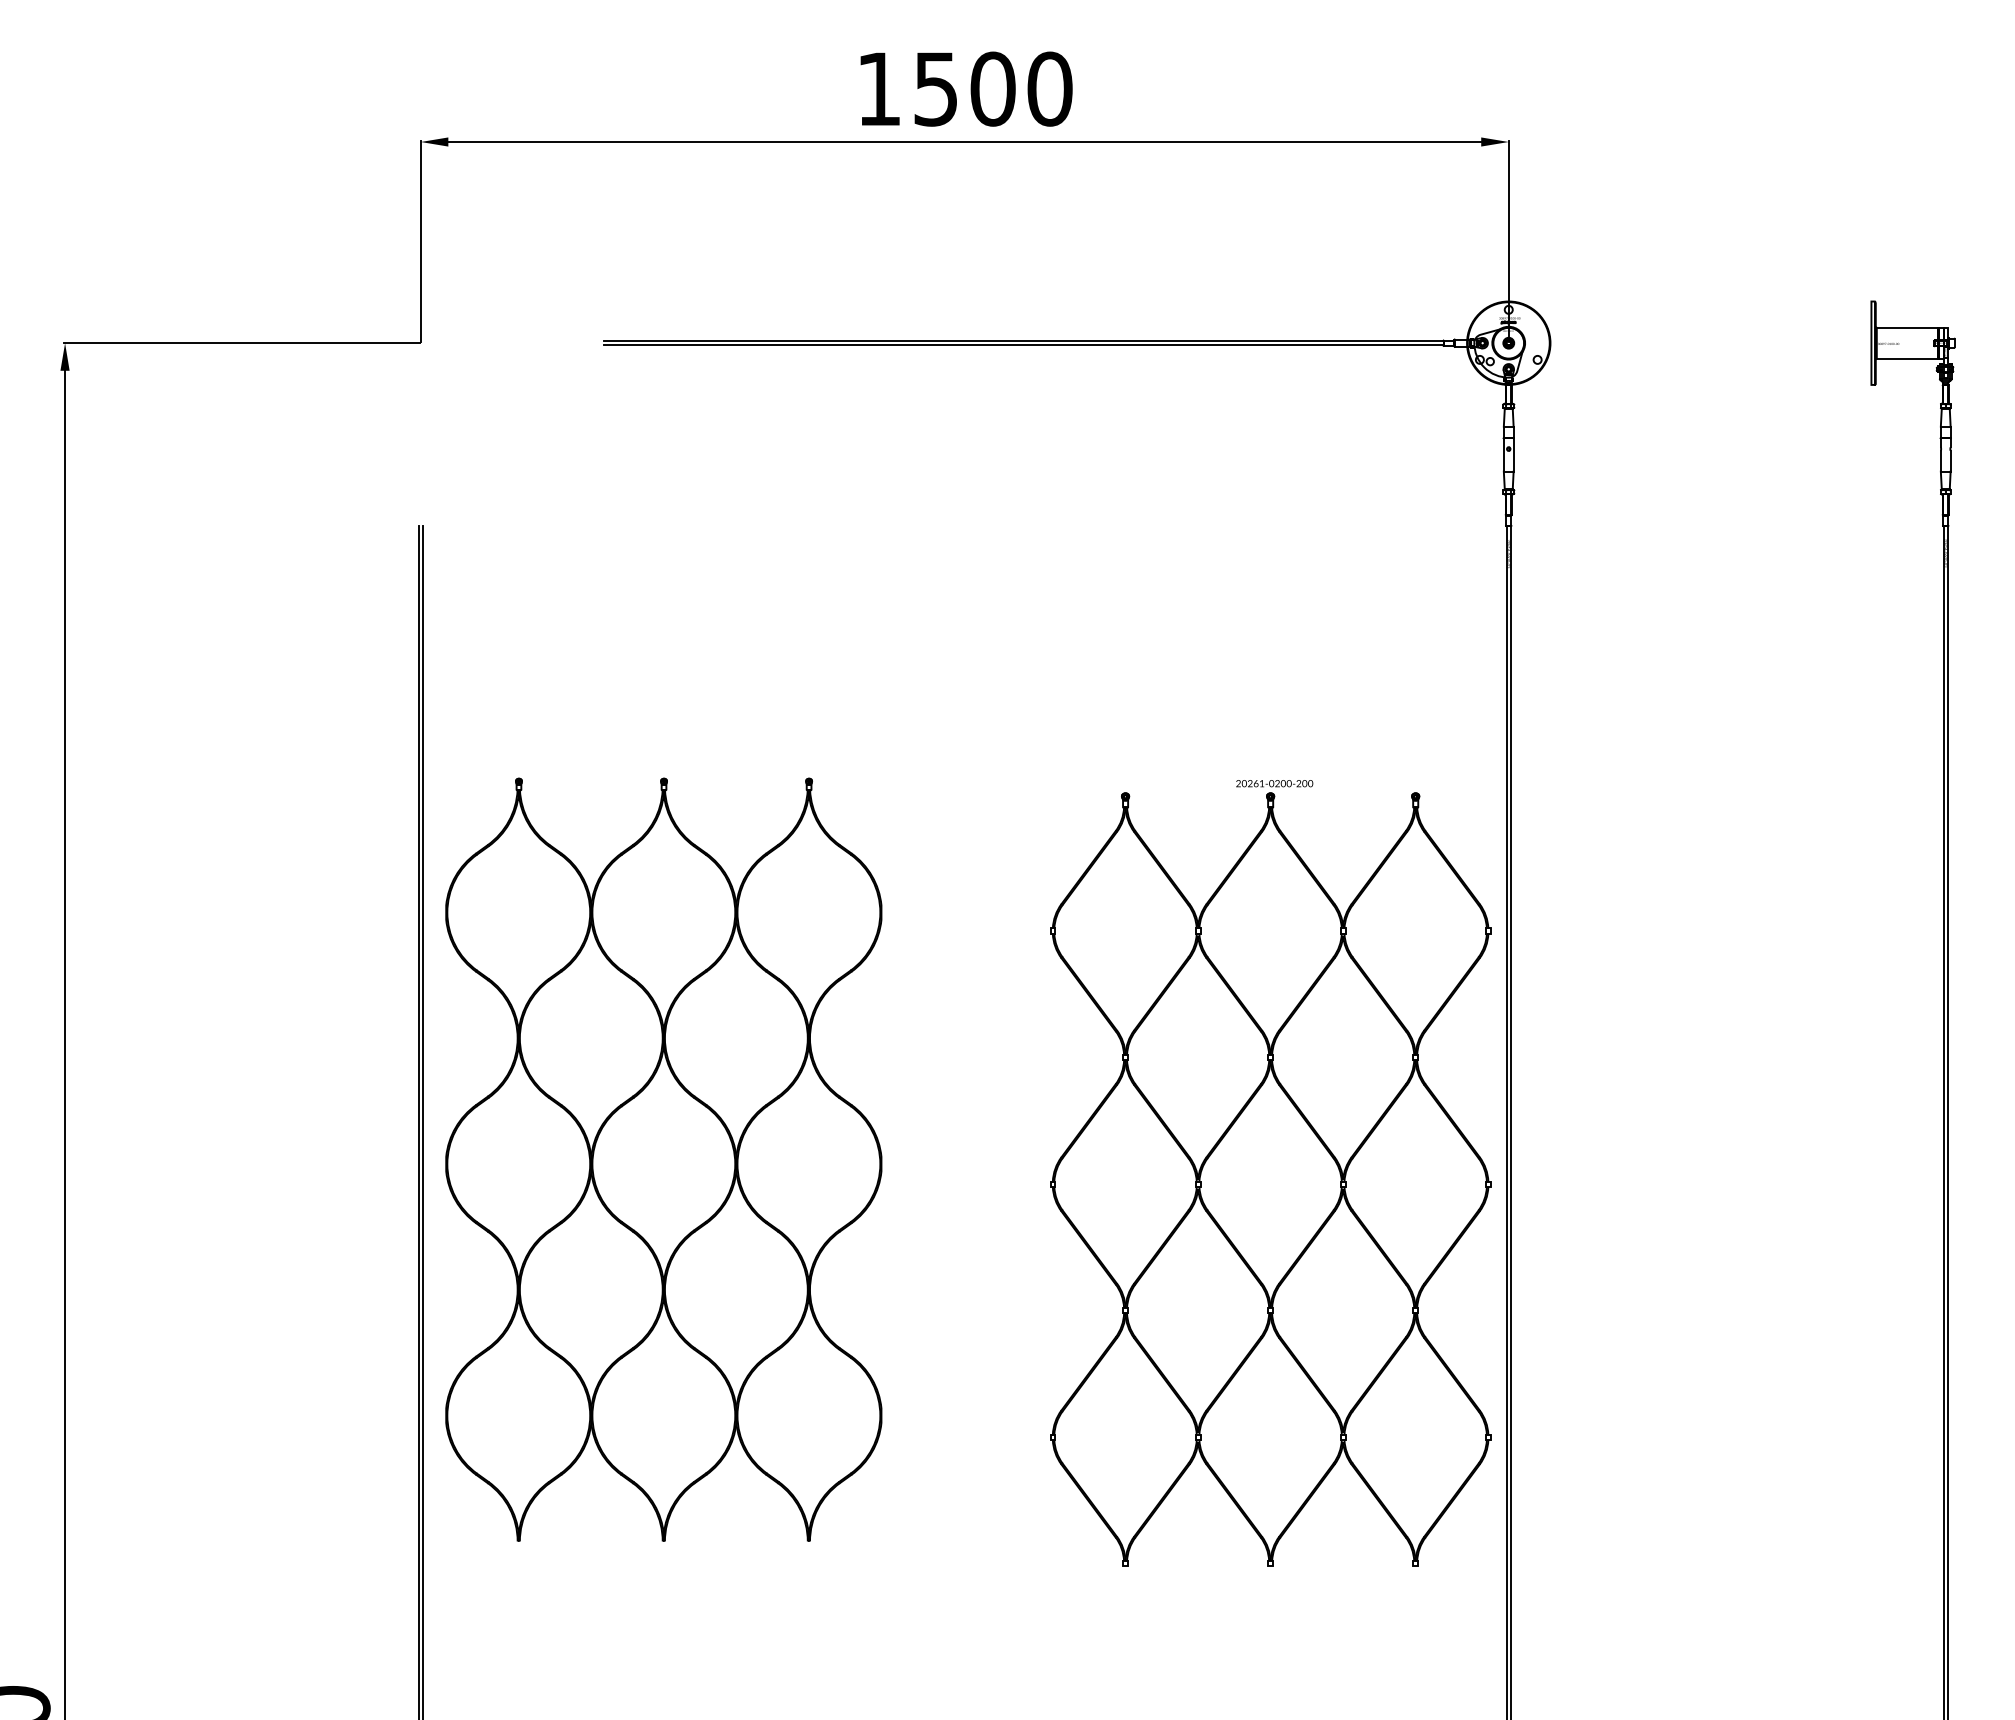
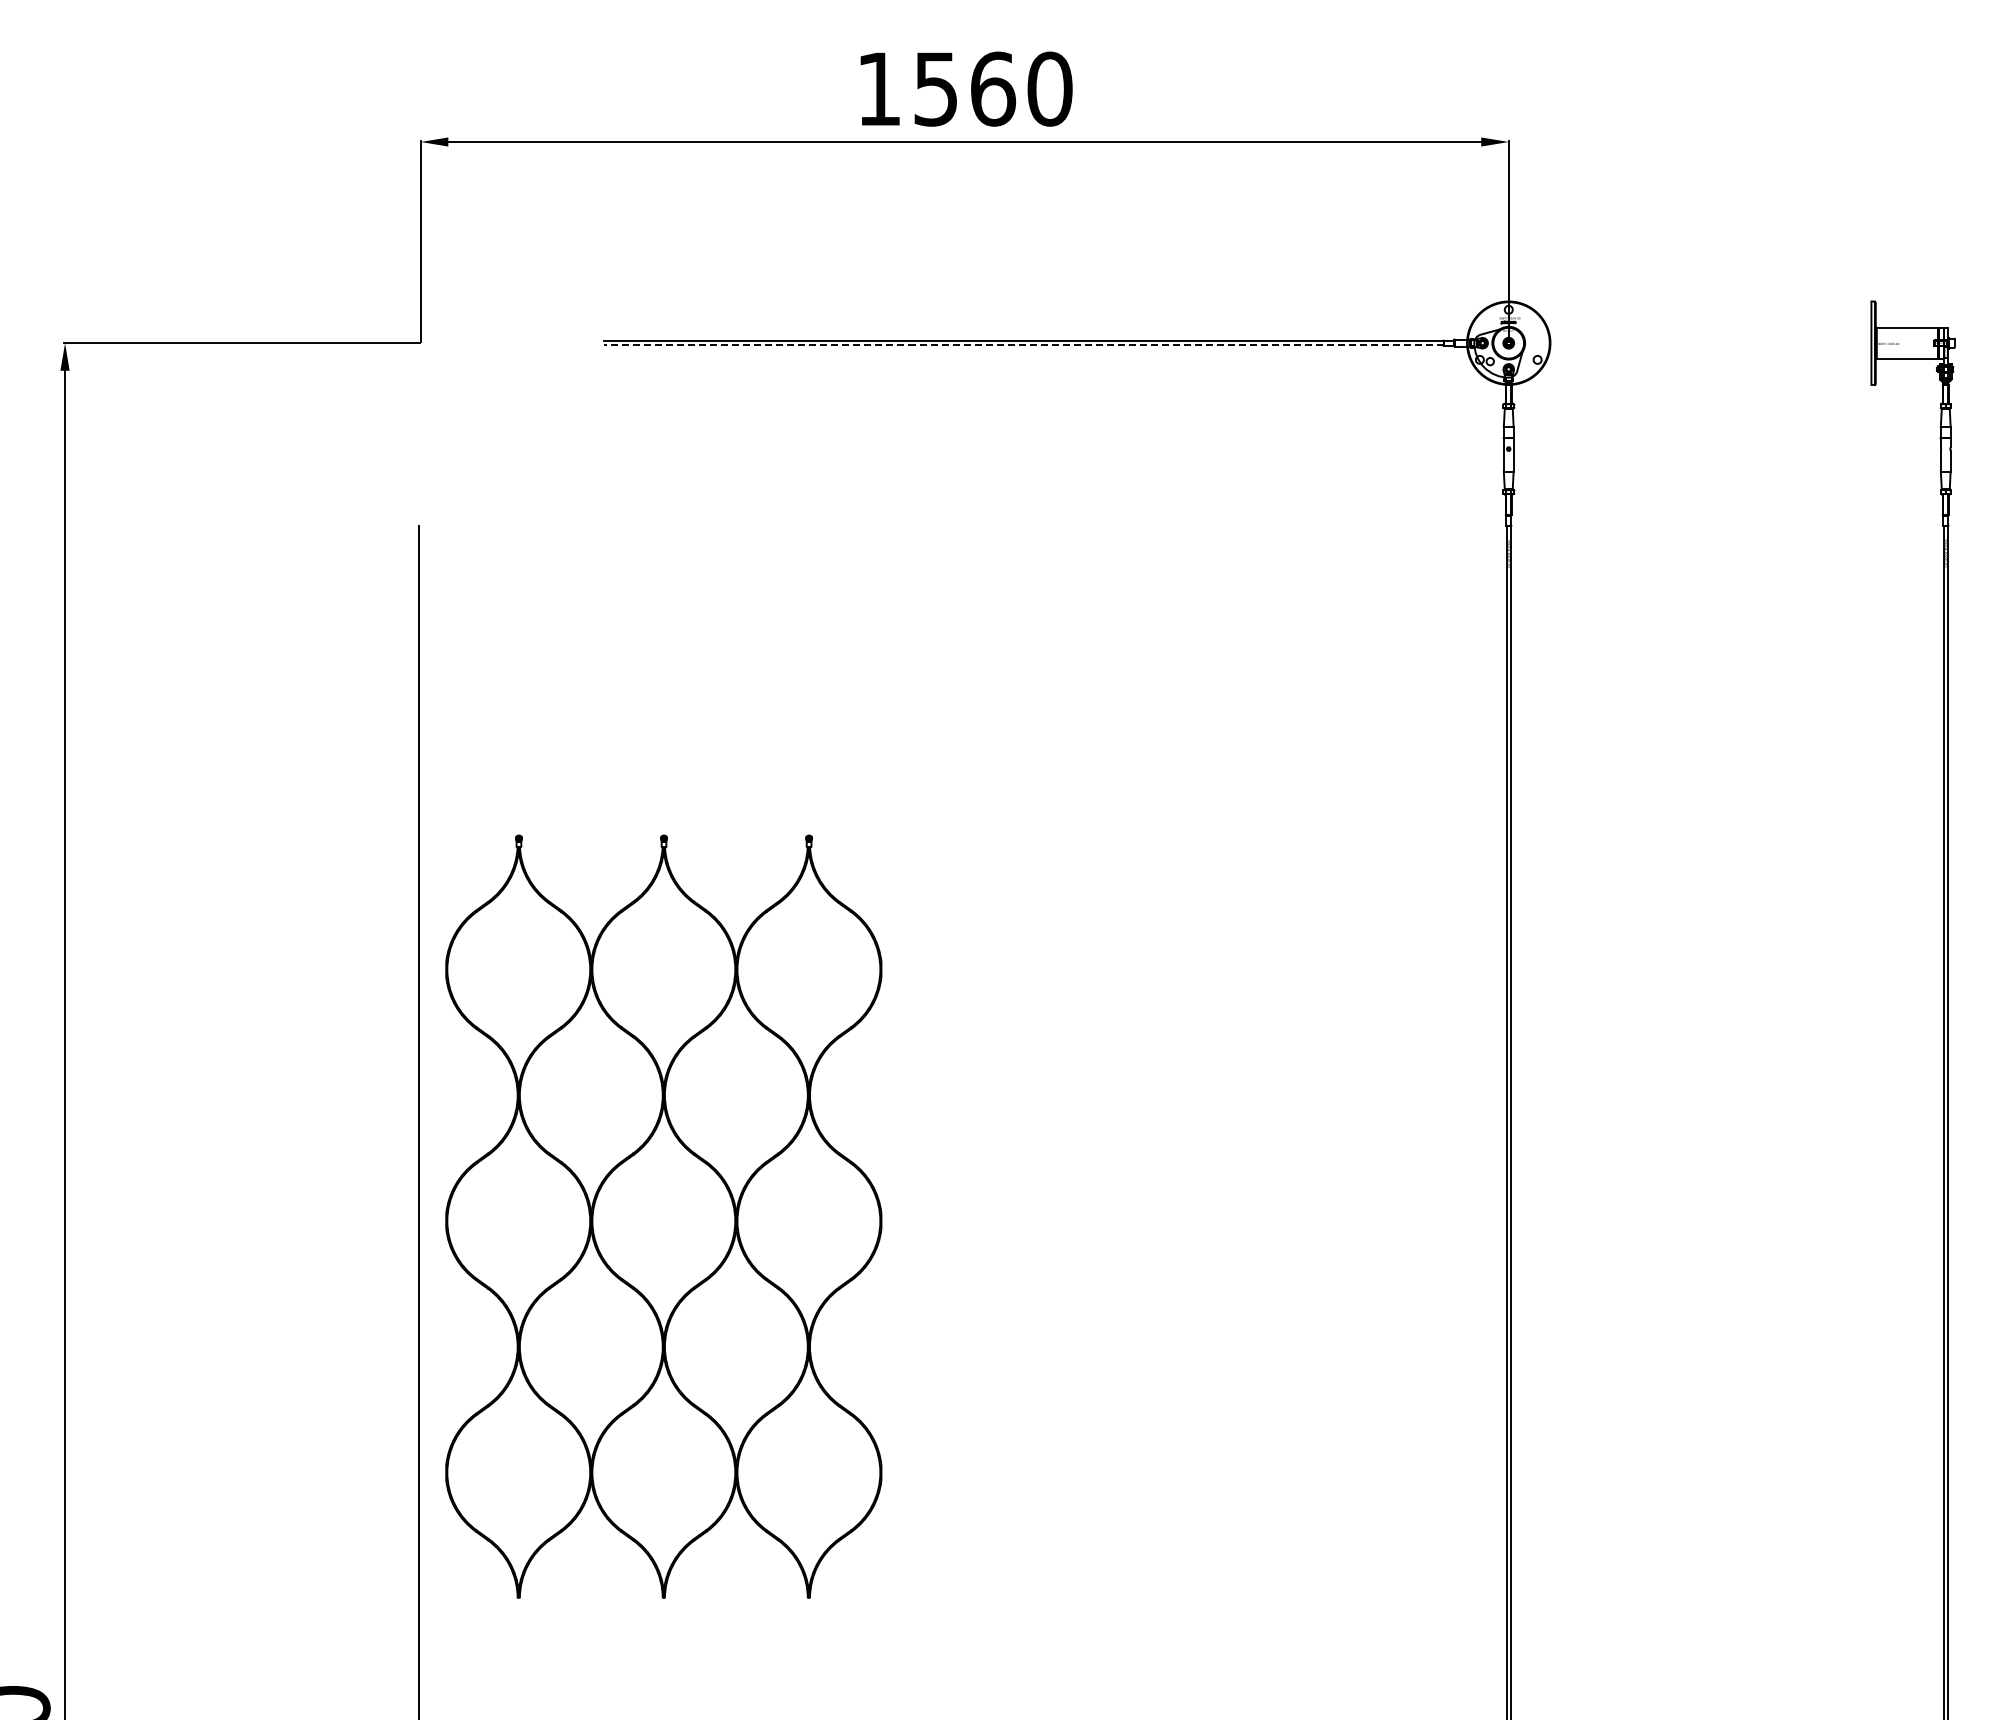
text at (993, 88): 1500 -> 1560
line at (1023, 345): solid -> dashed
line at (422, 1121): present -> none
part at (663, 1159) position: (663, 1159) -> (663, 1216)
part at (1270, 1173): present -> none
